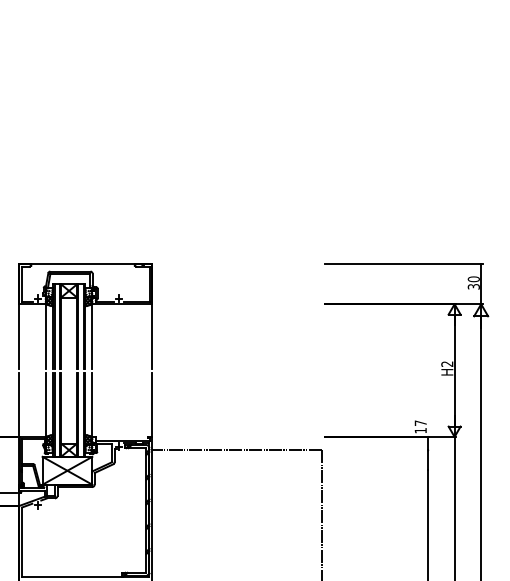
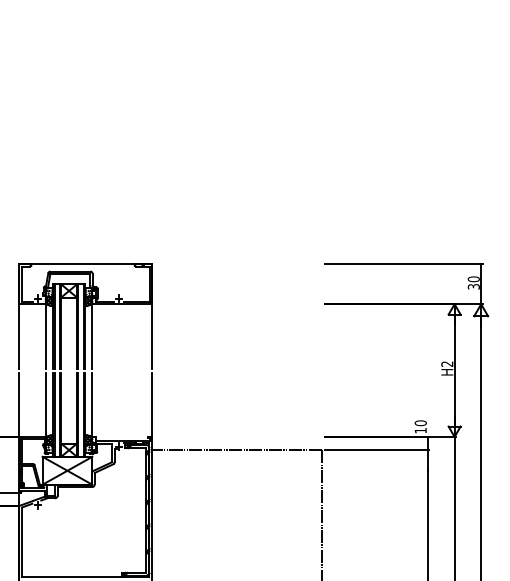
text at (420, 423): 17 -> 10
line at (376, 450): none -> present
